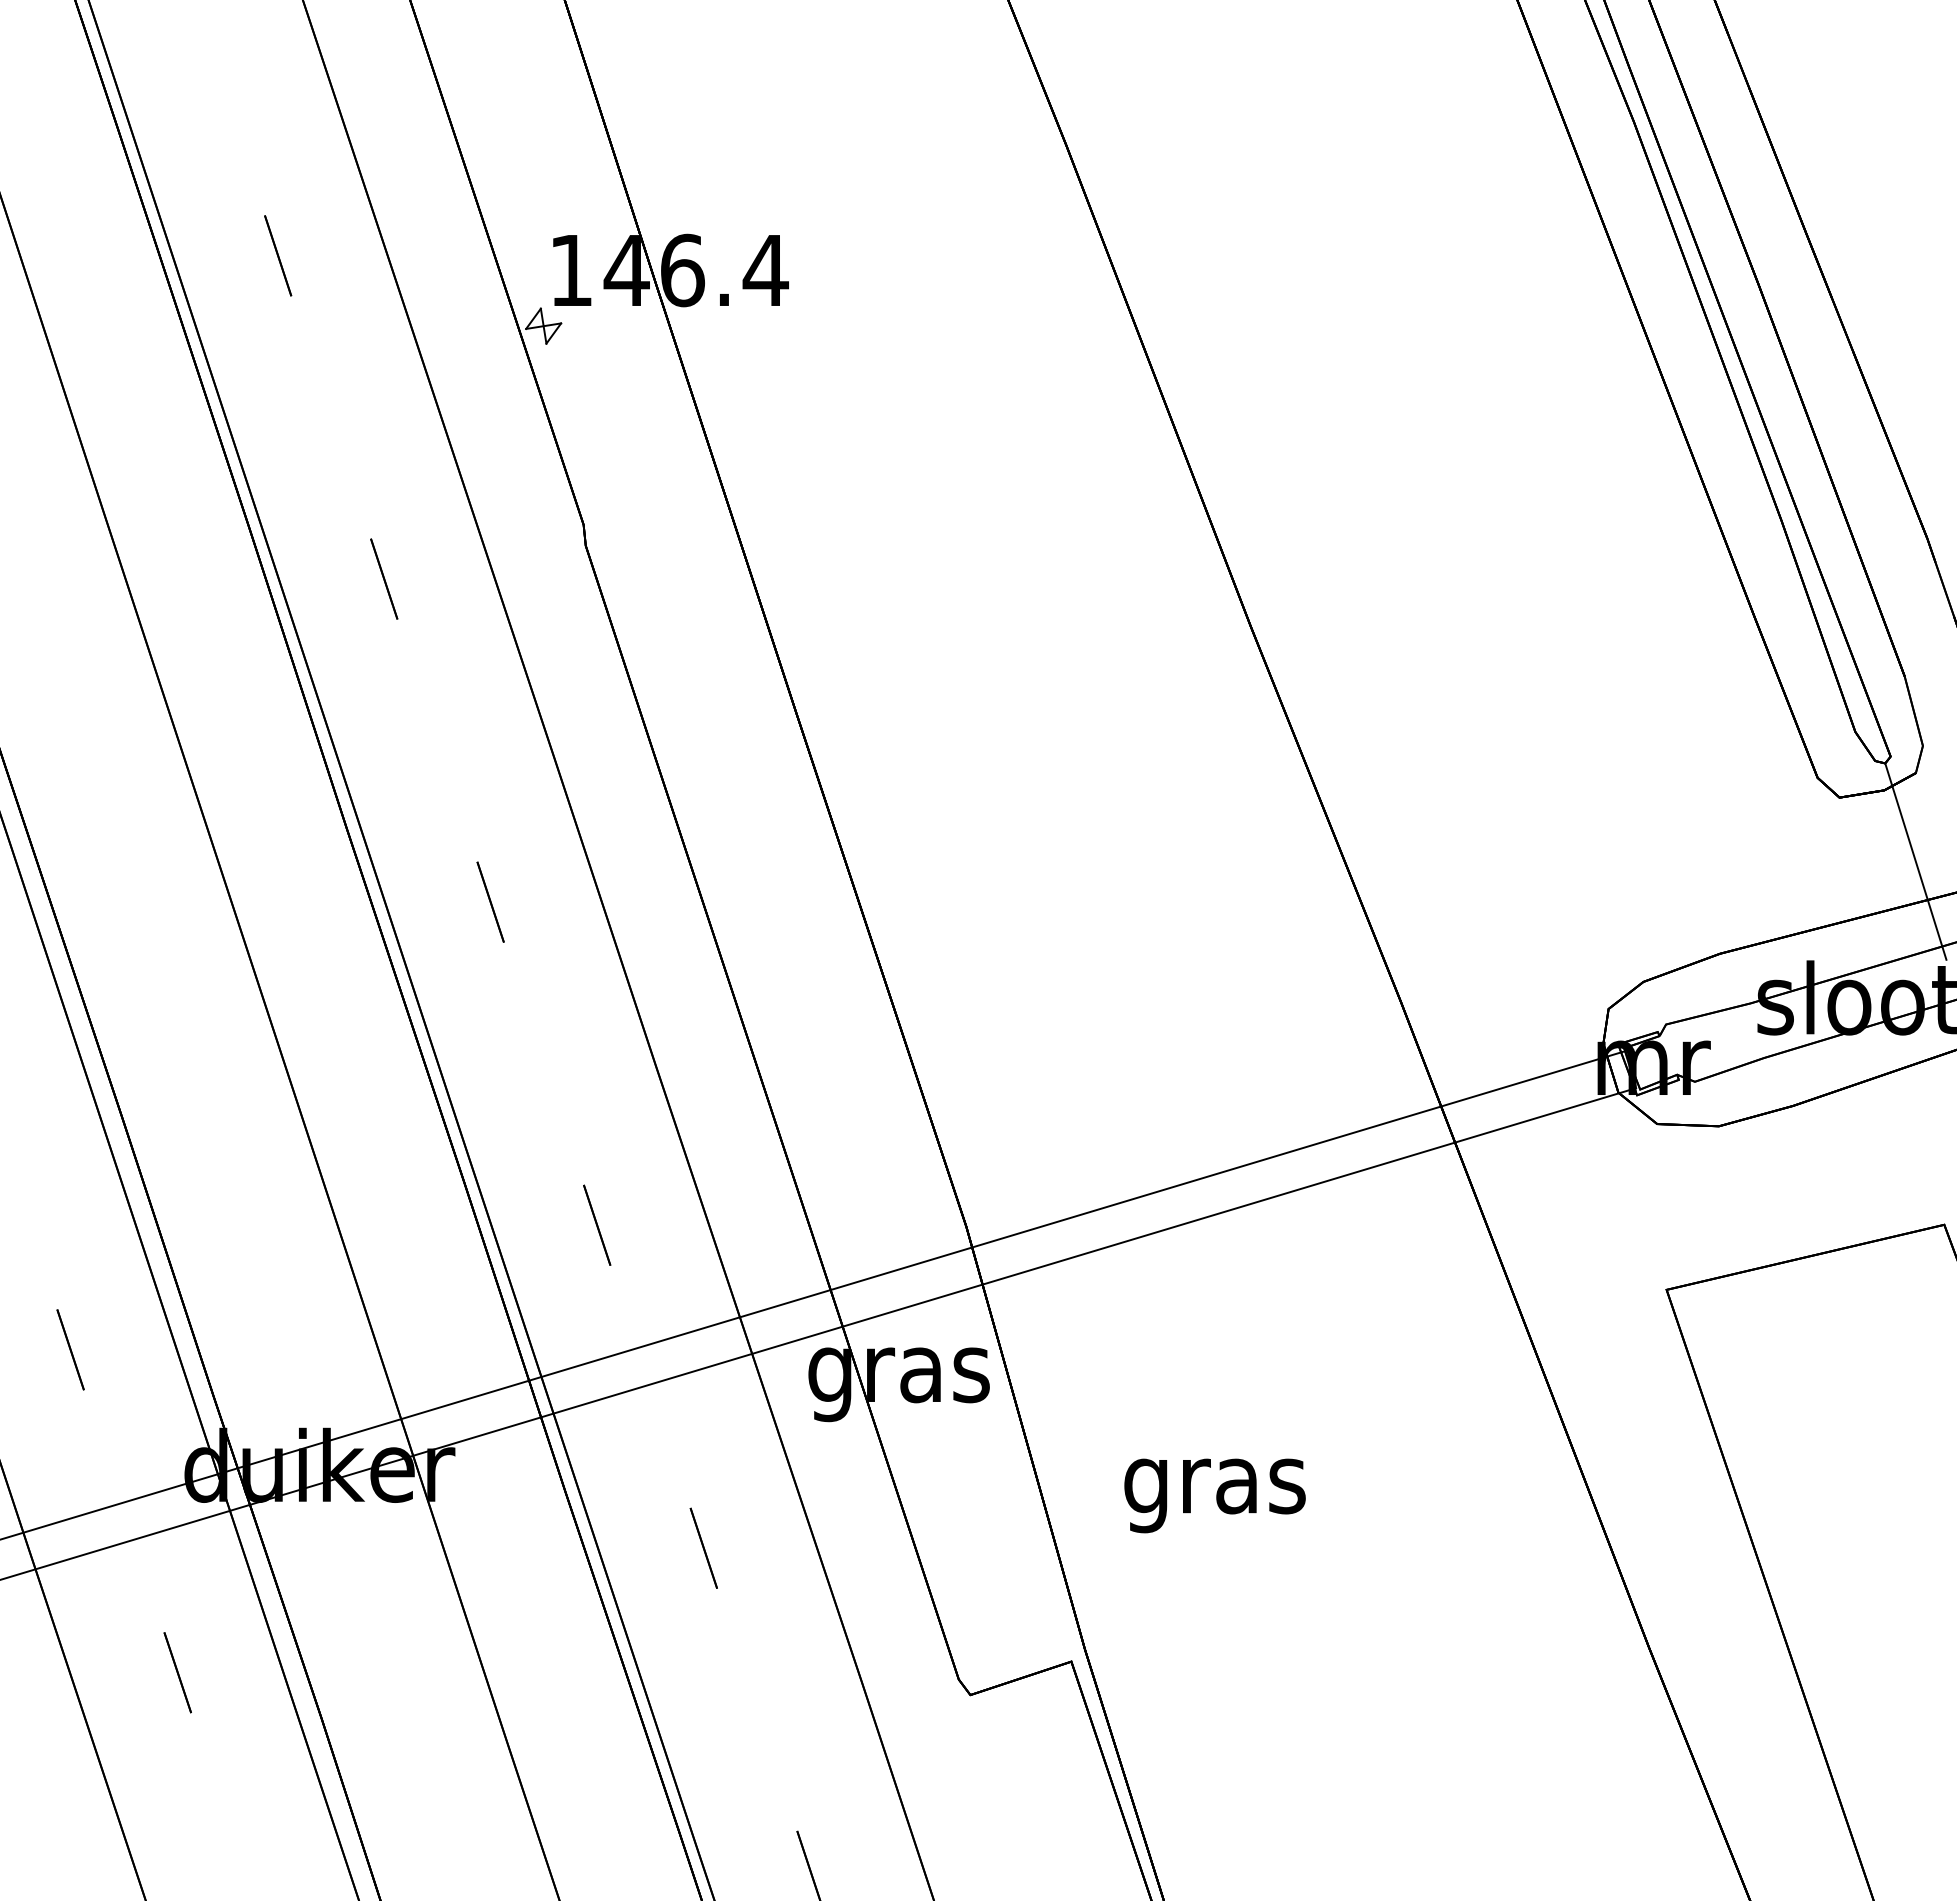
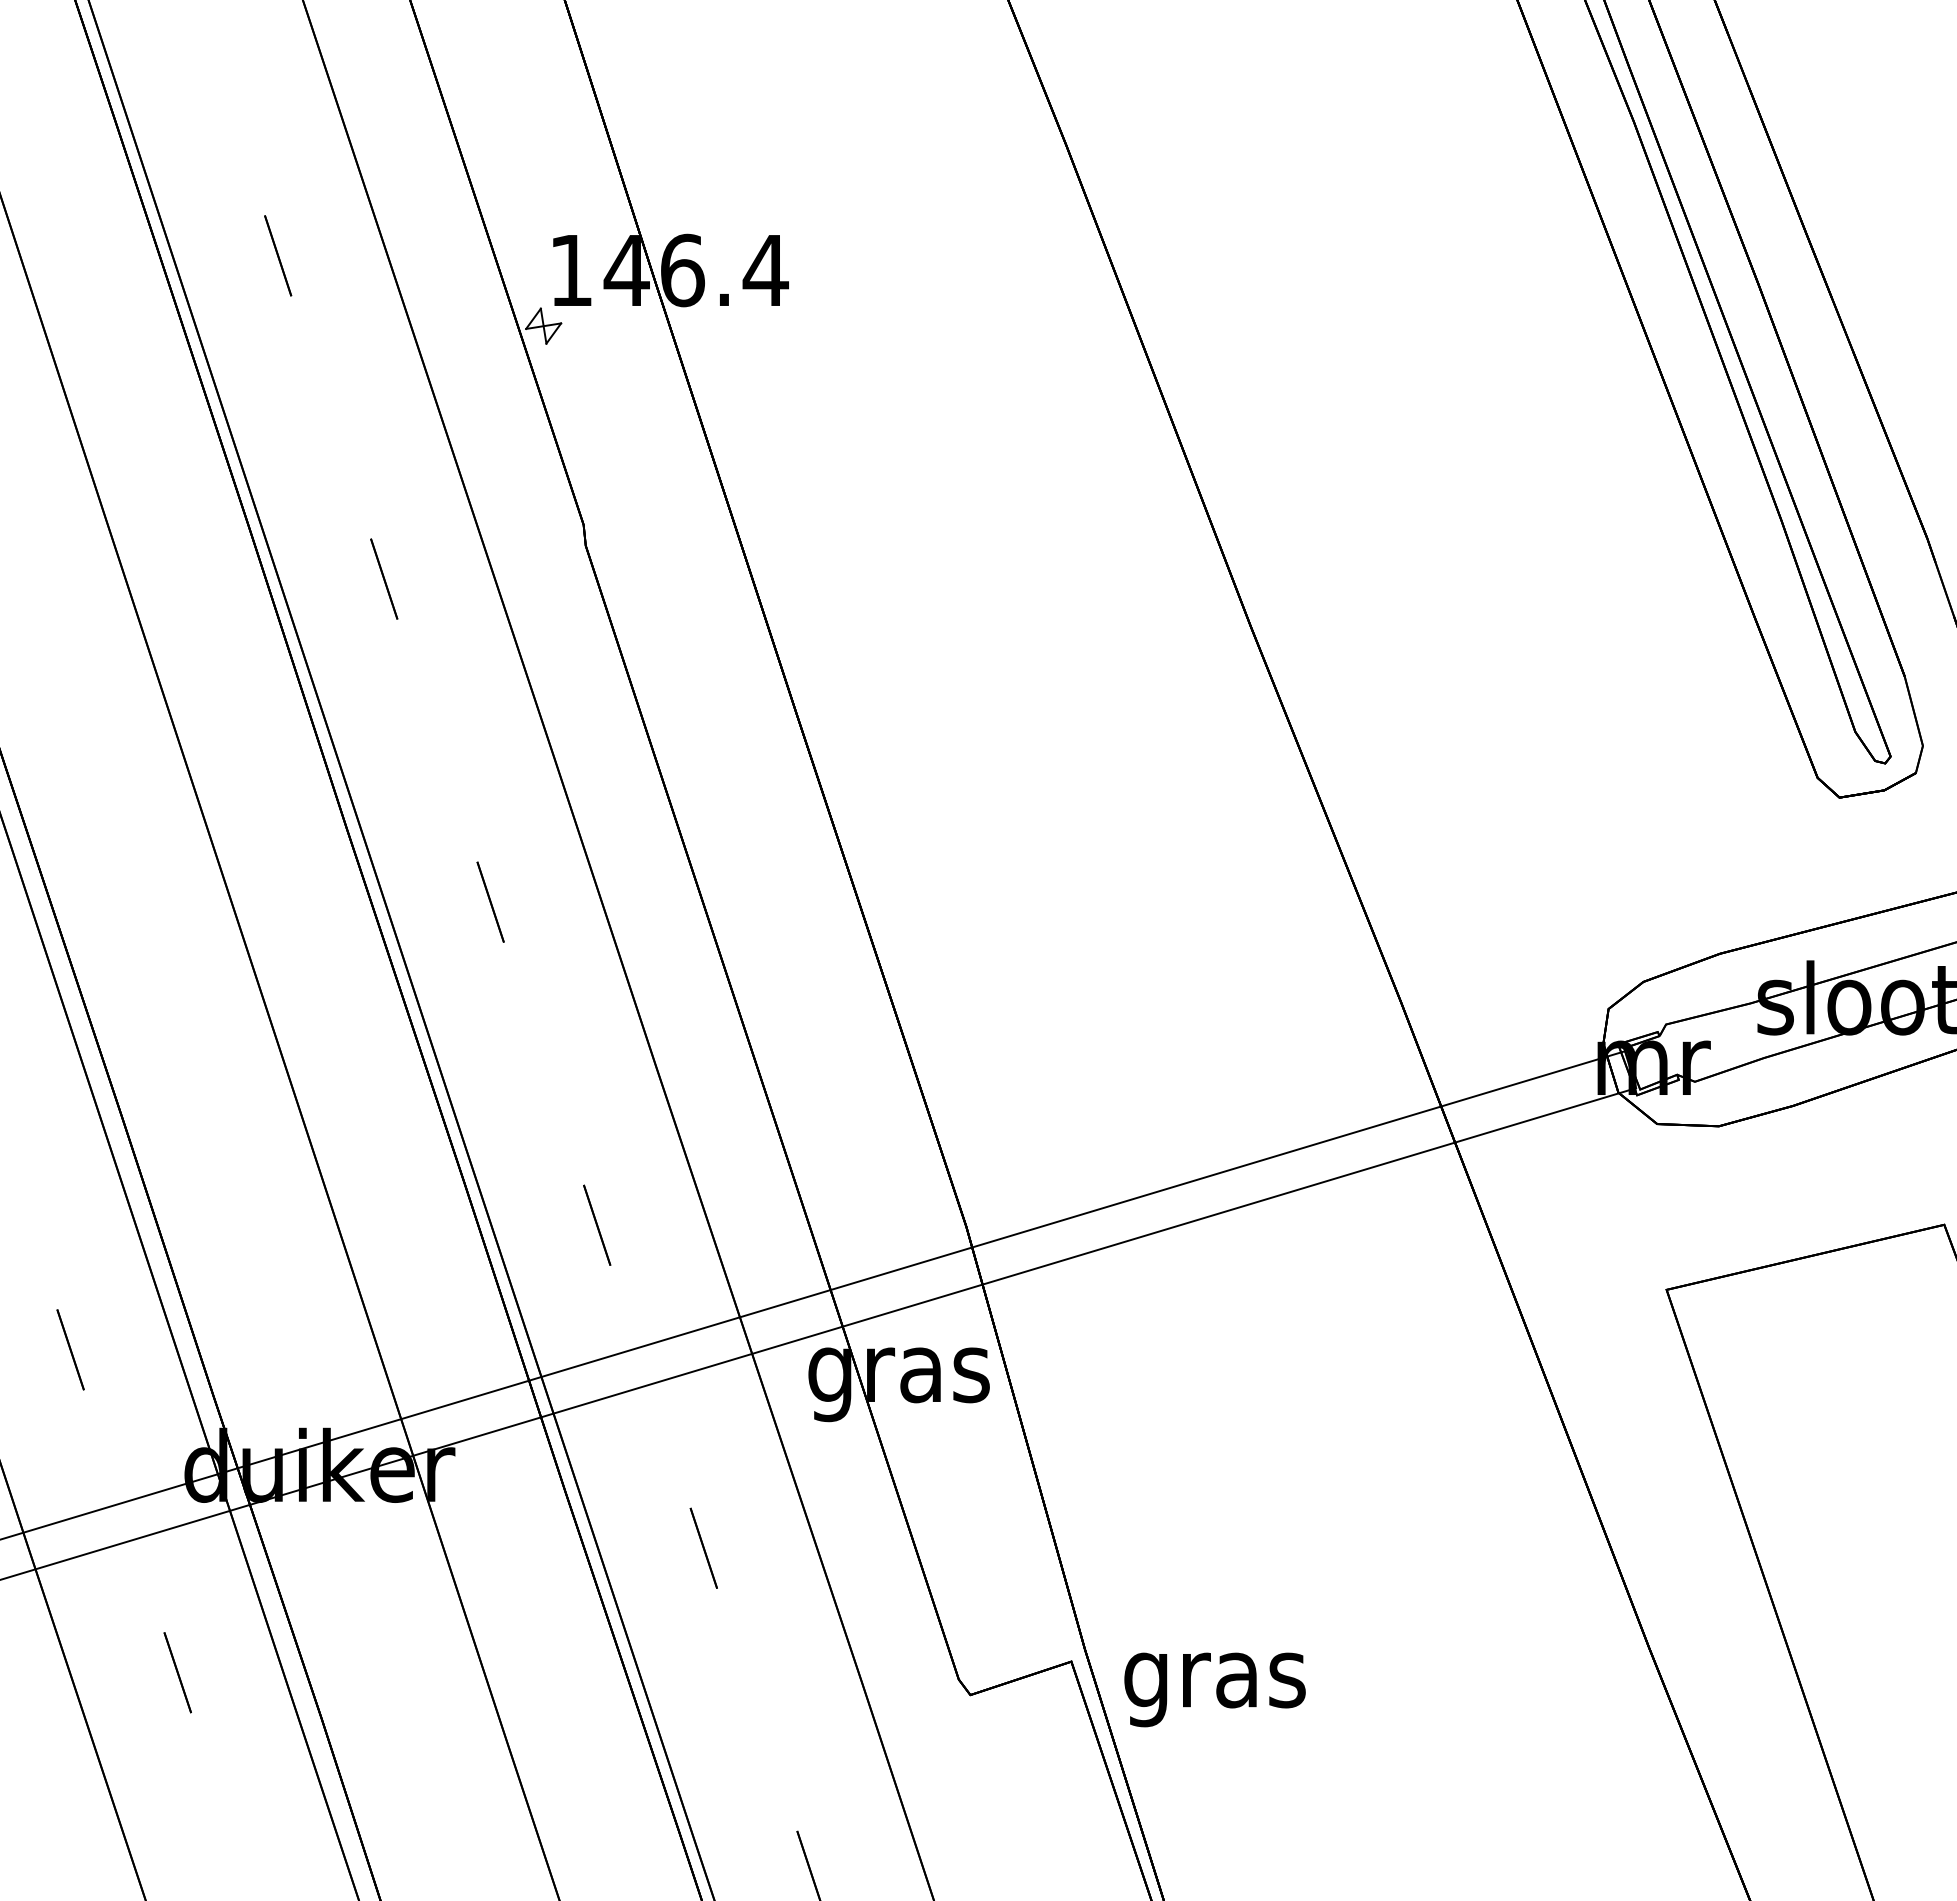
line at (1915, 861): present -> none
text at (1214, 1495) position: (1214, 1495) -> (1214, 1689)
